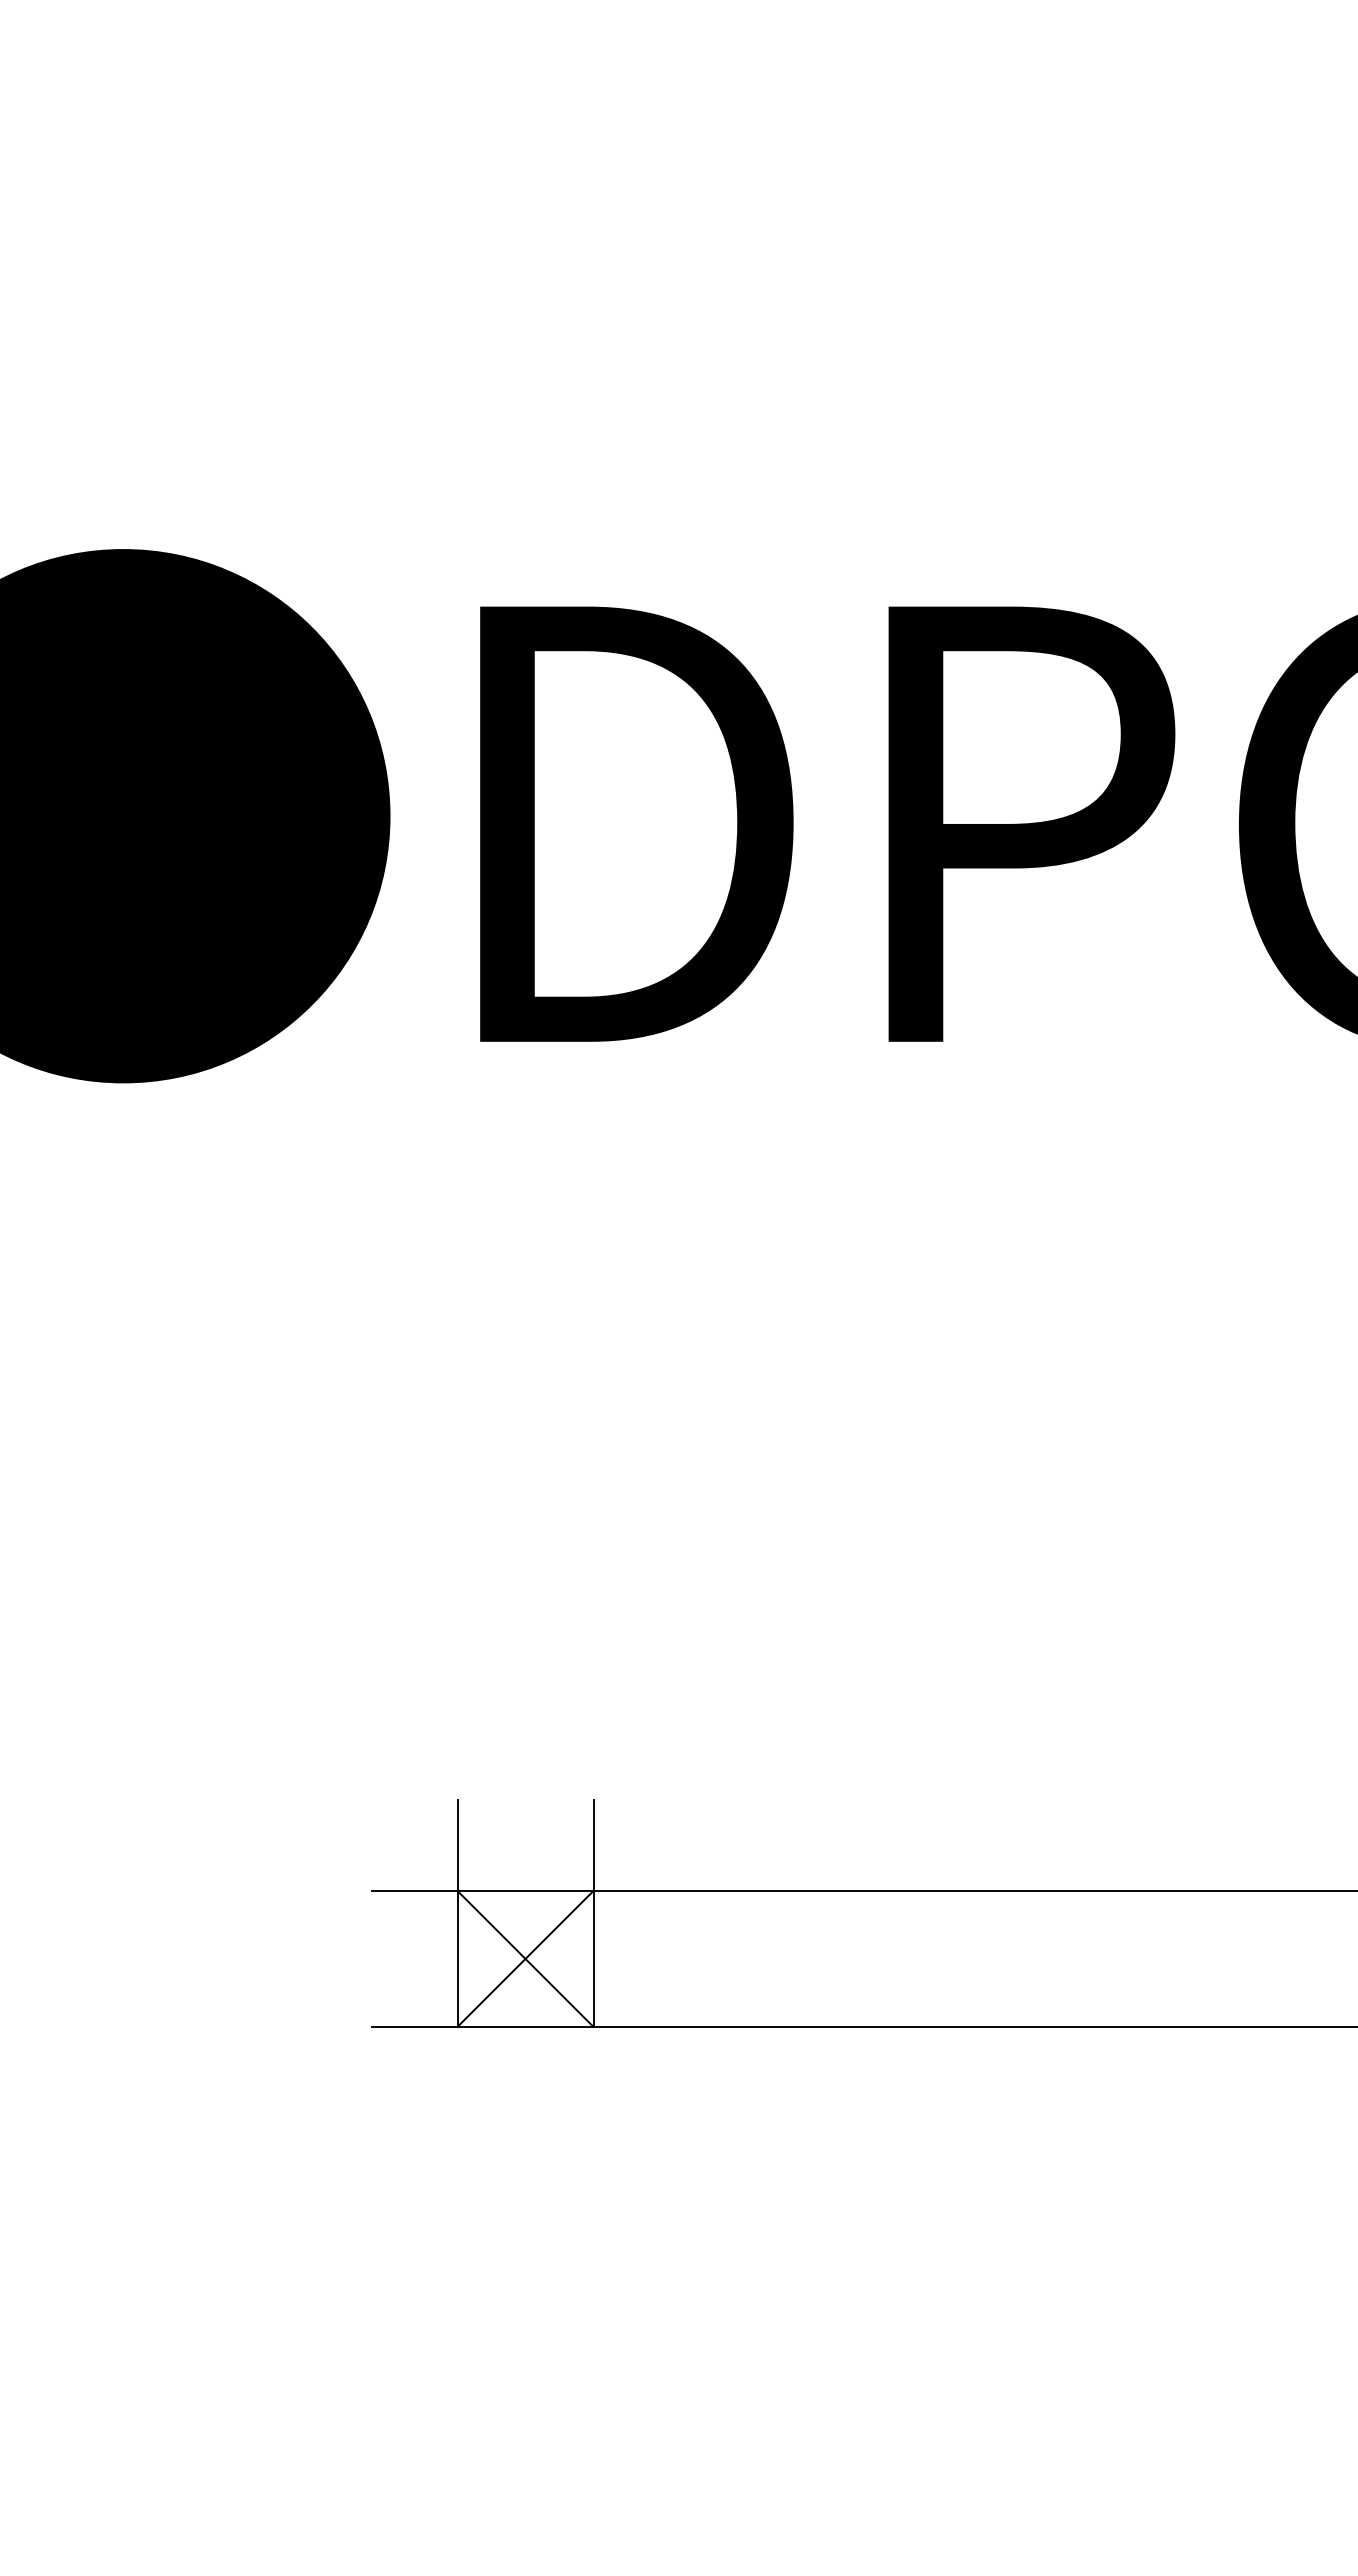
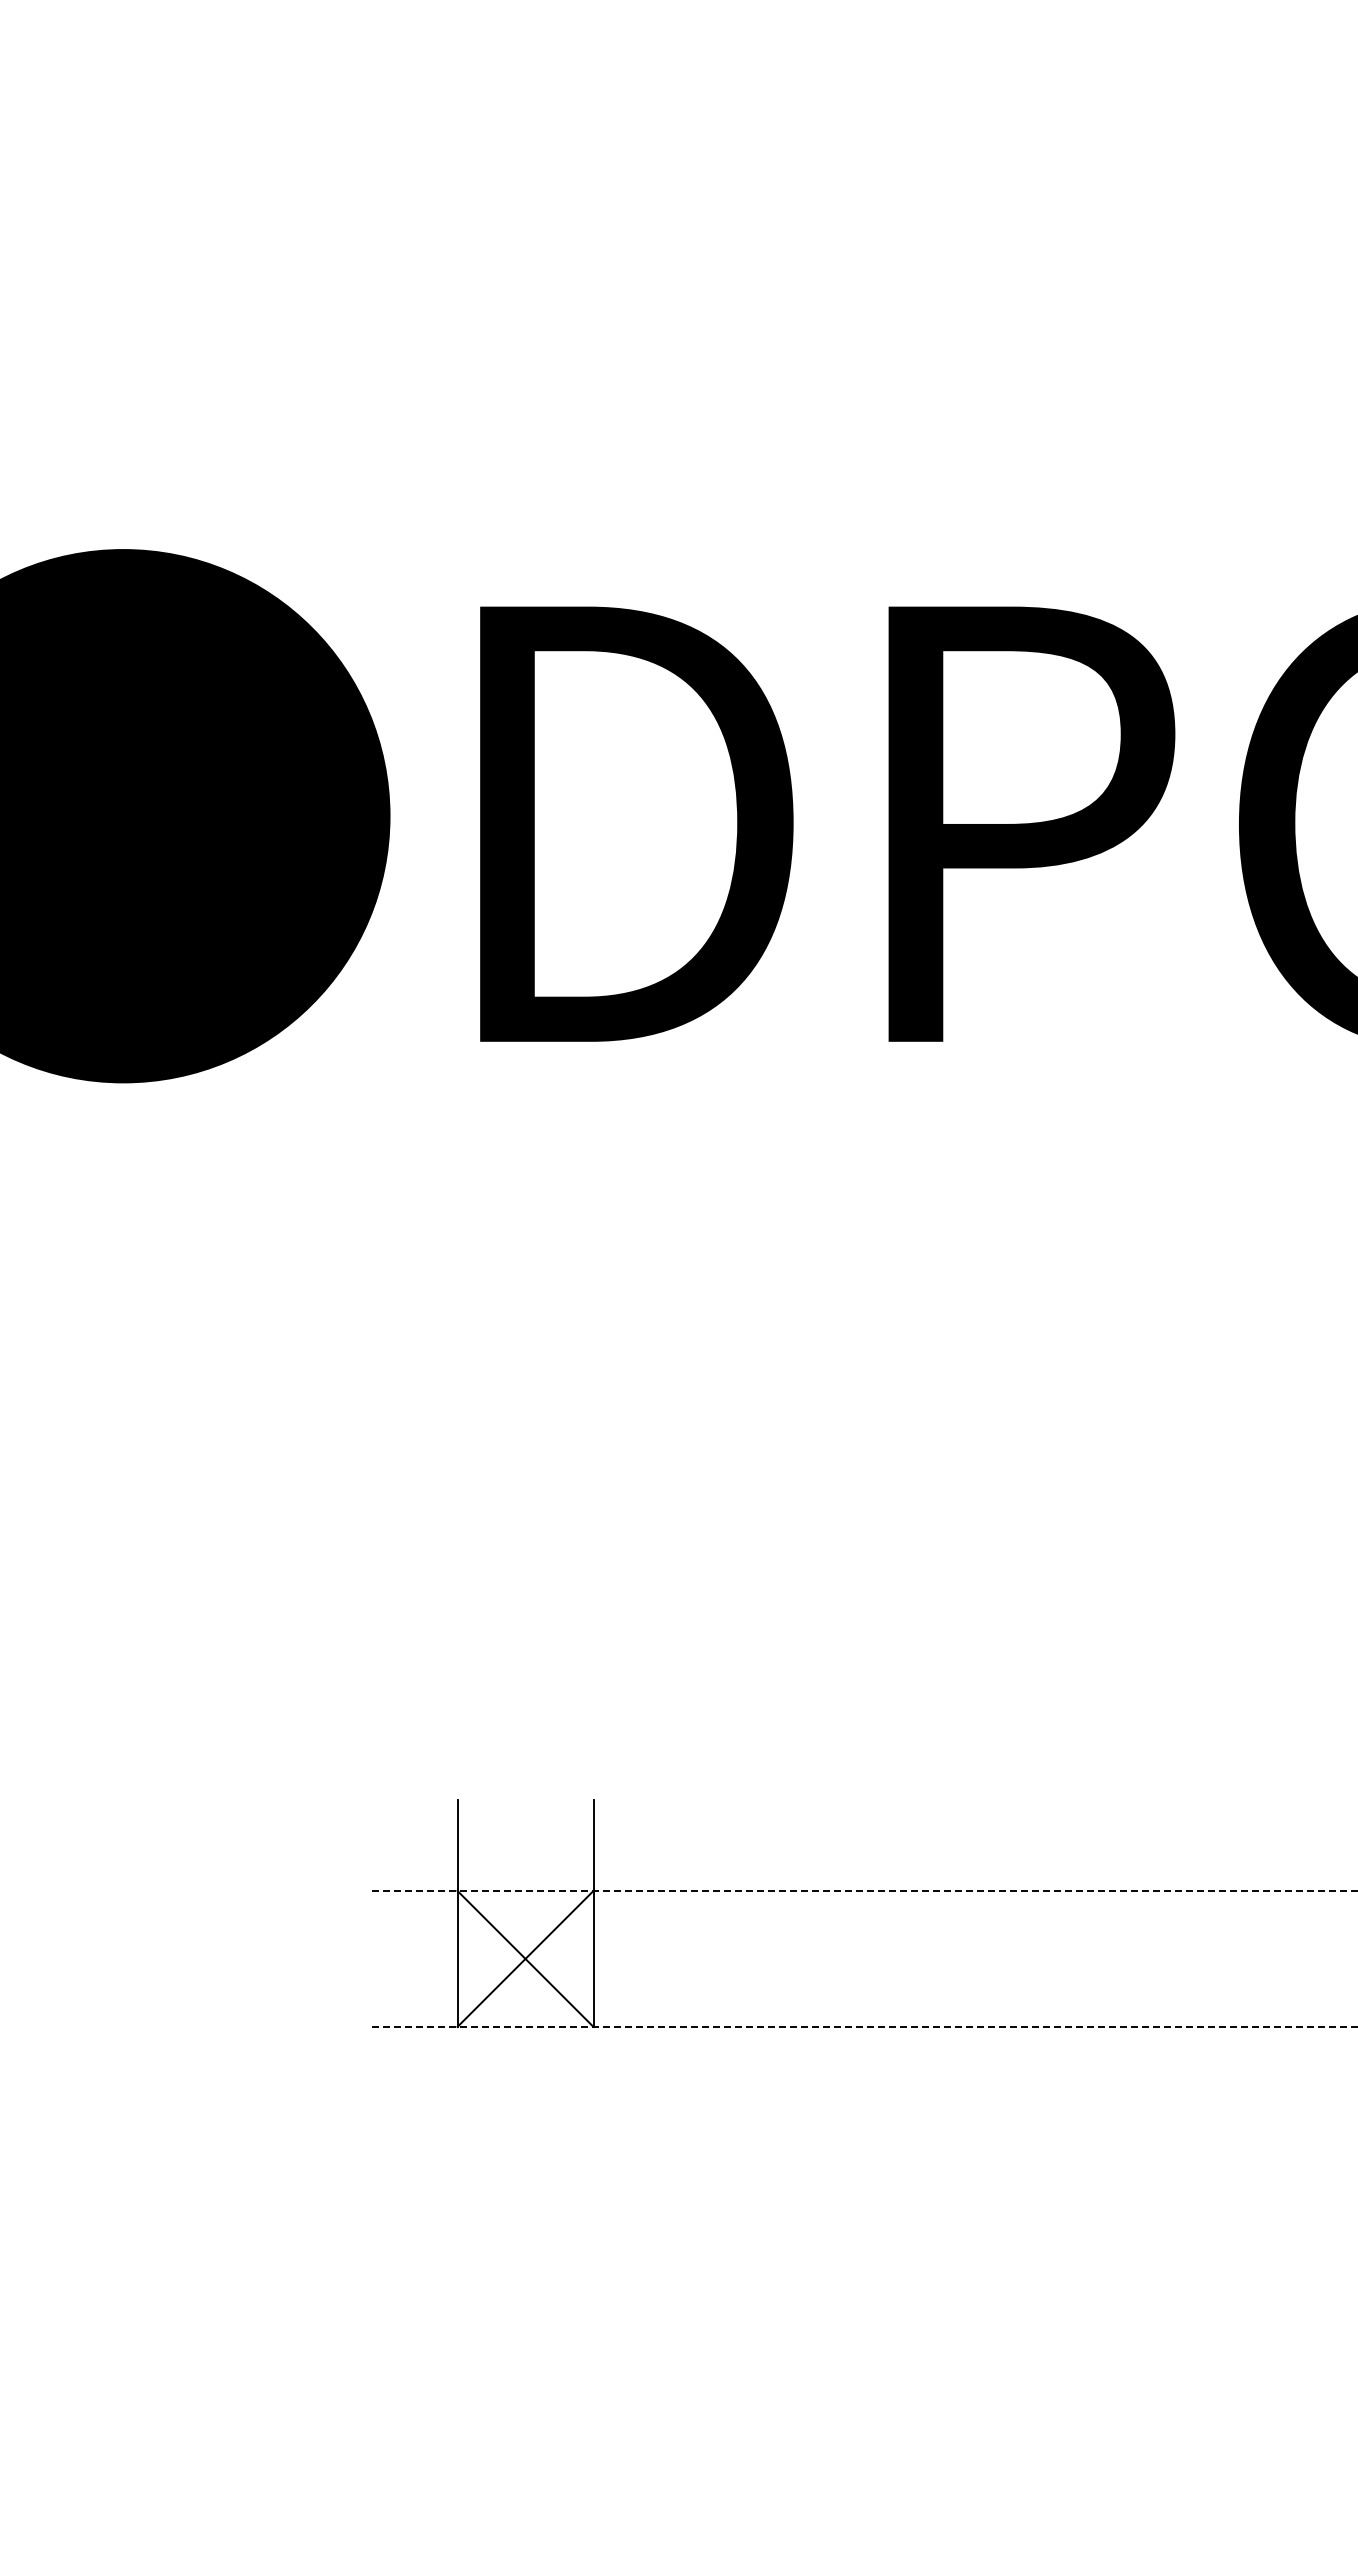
line at (864, 1890): solid -> dashed
line at (864, 2026): solid -> dashed
